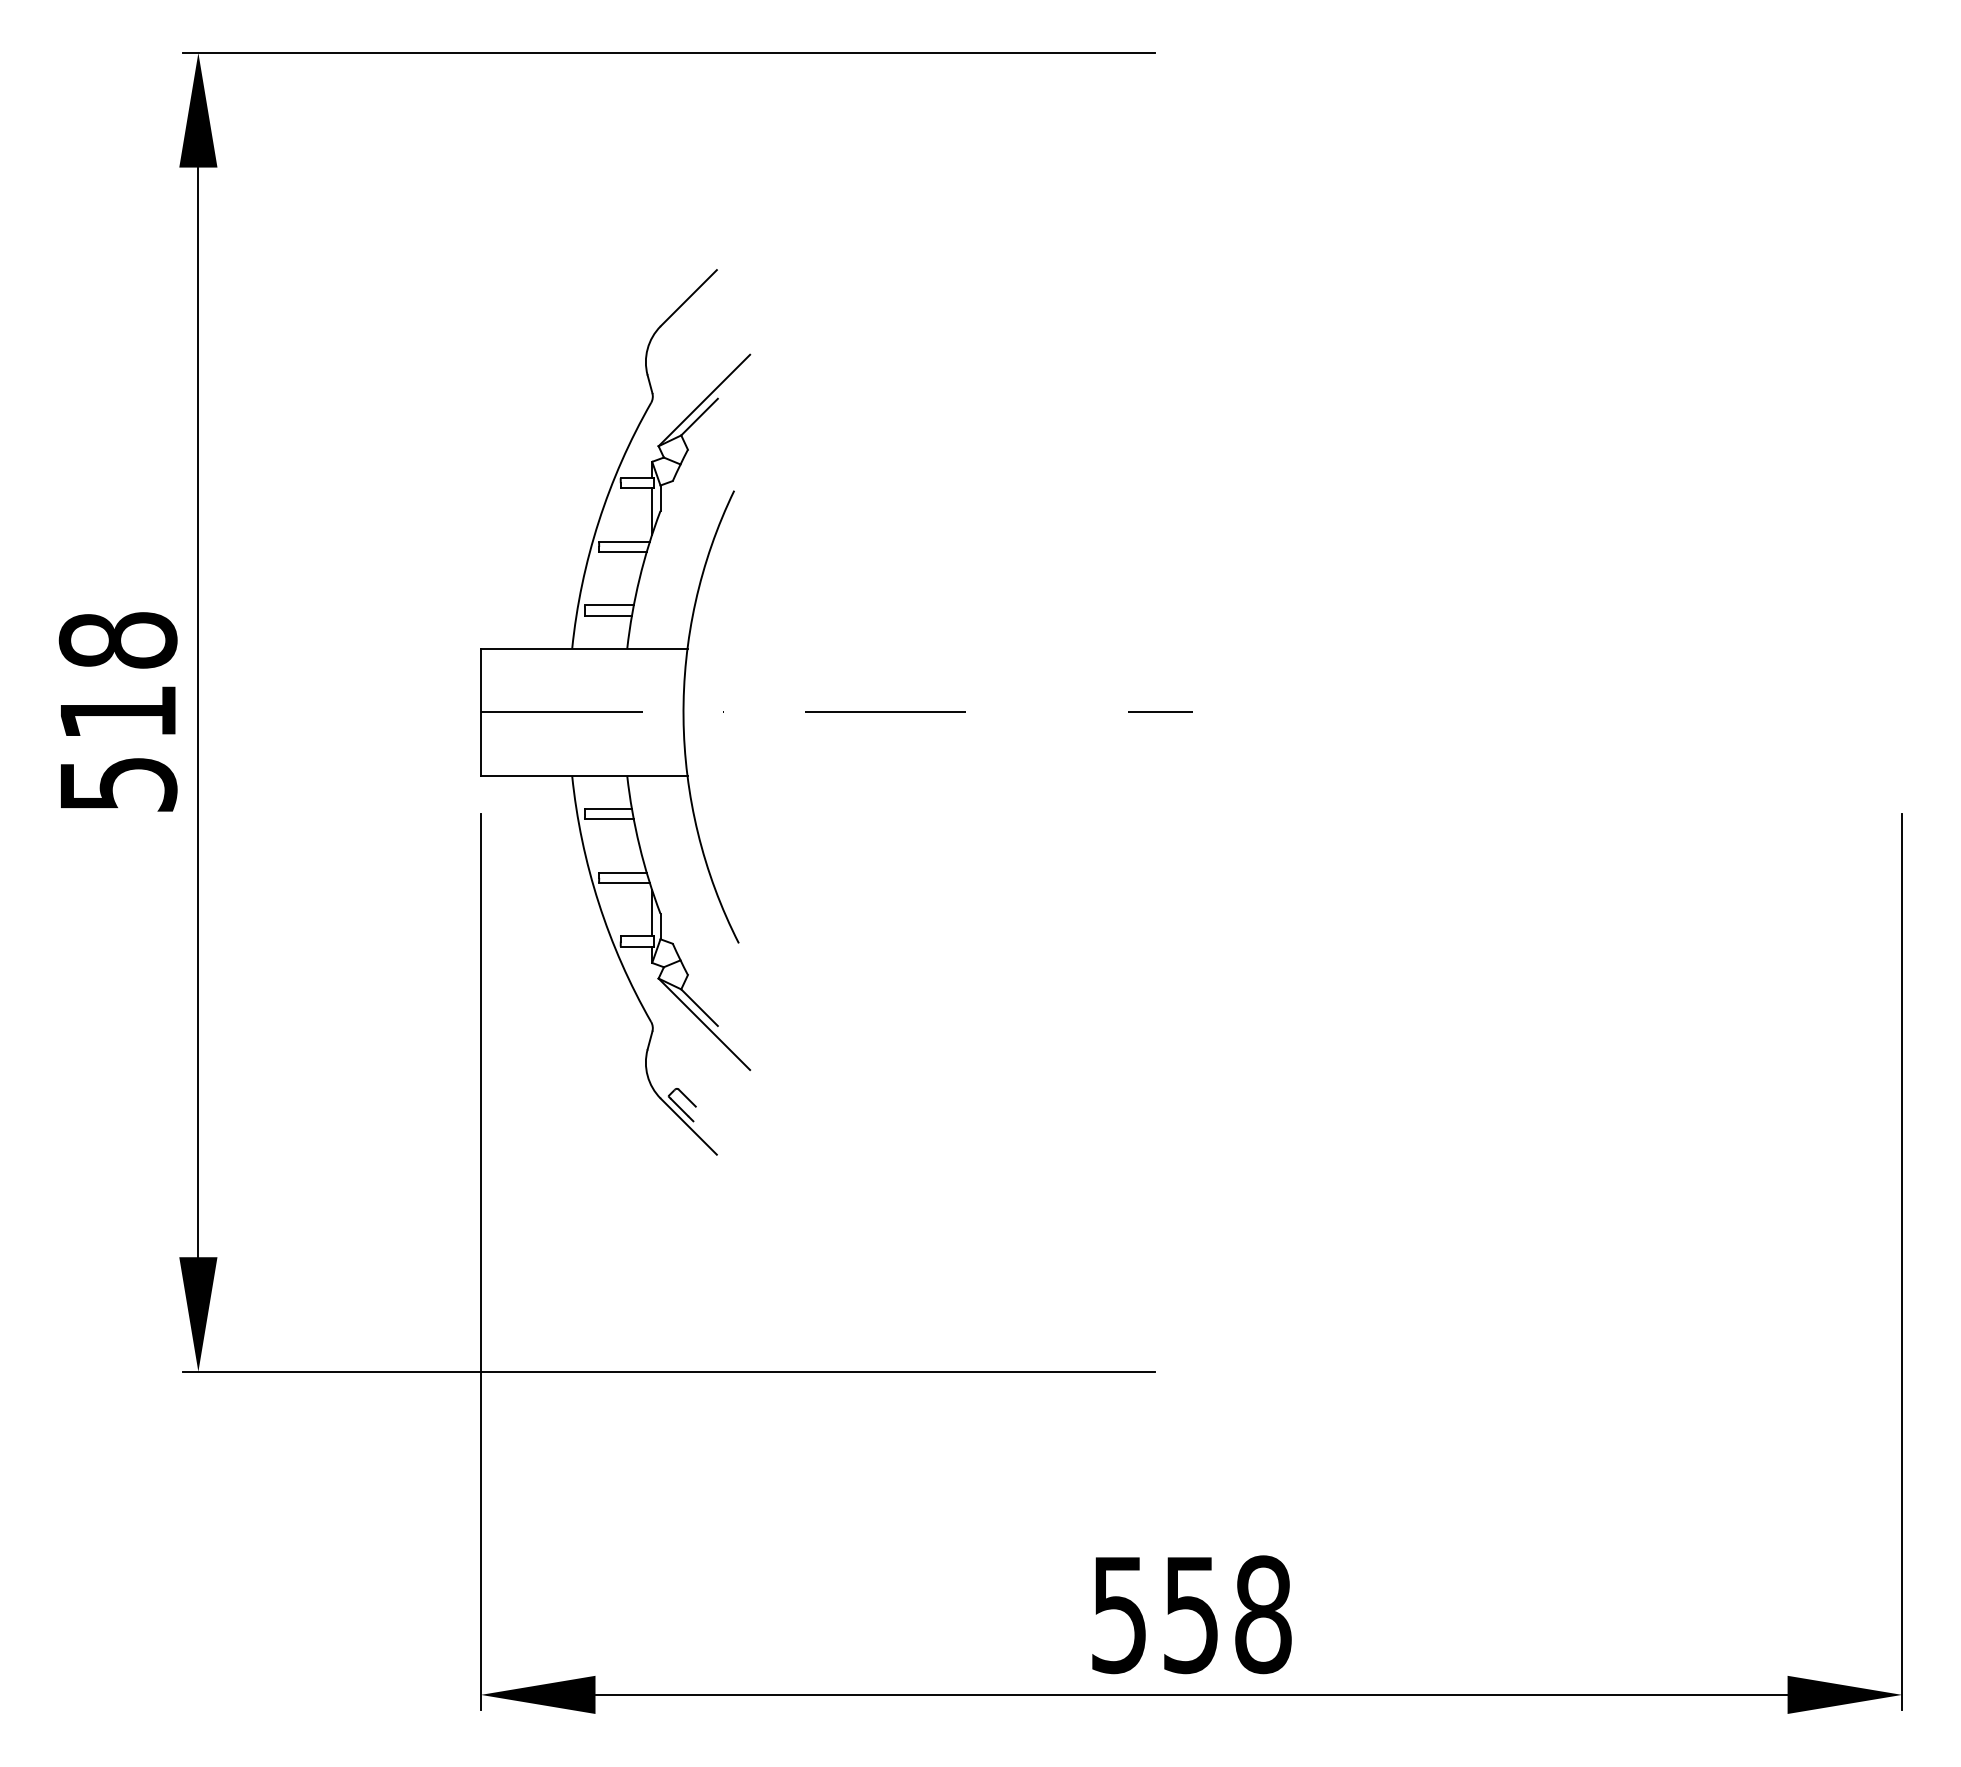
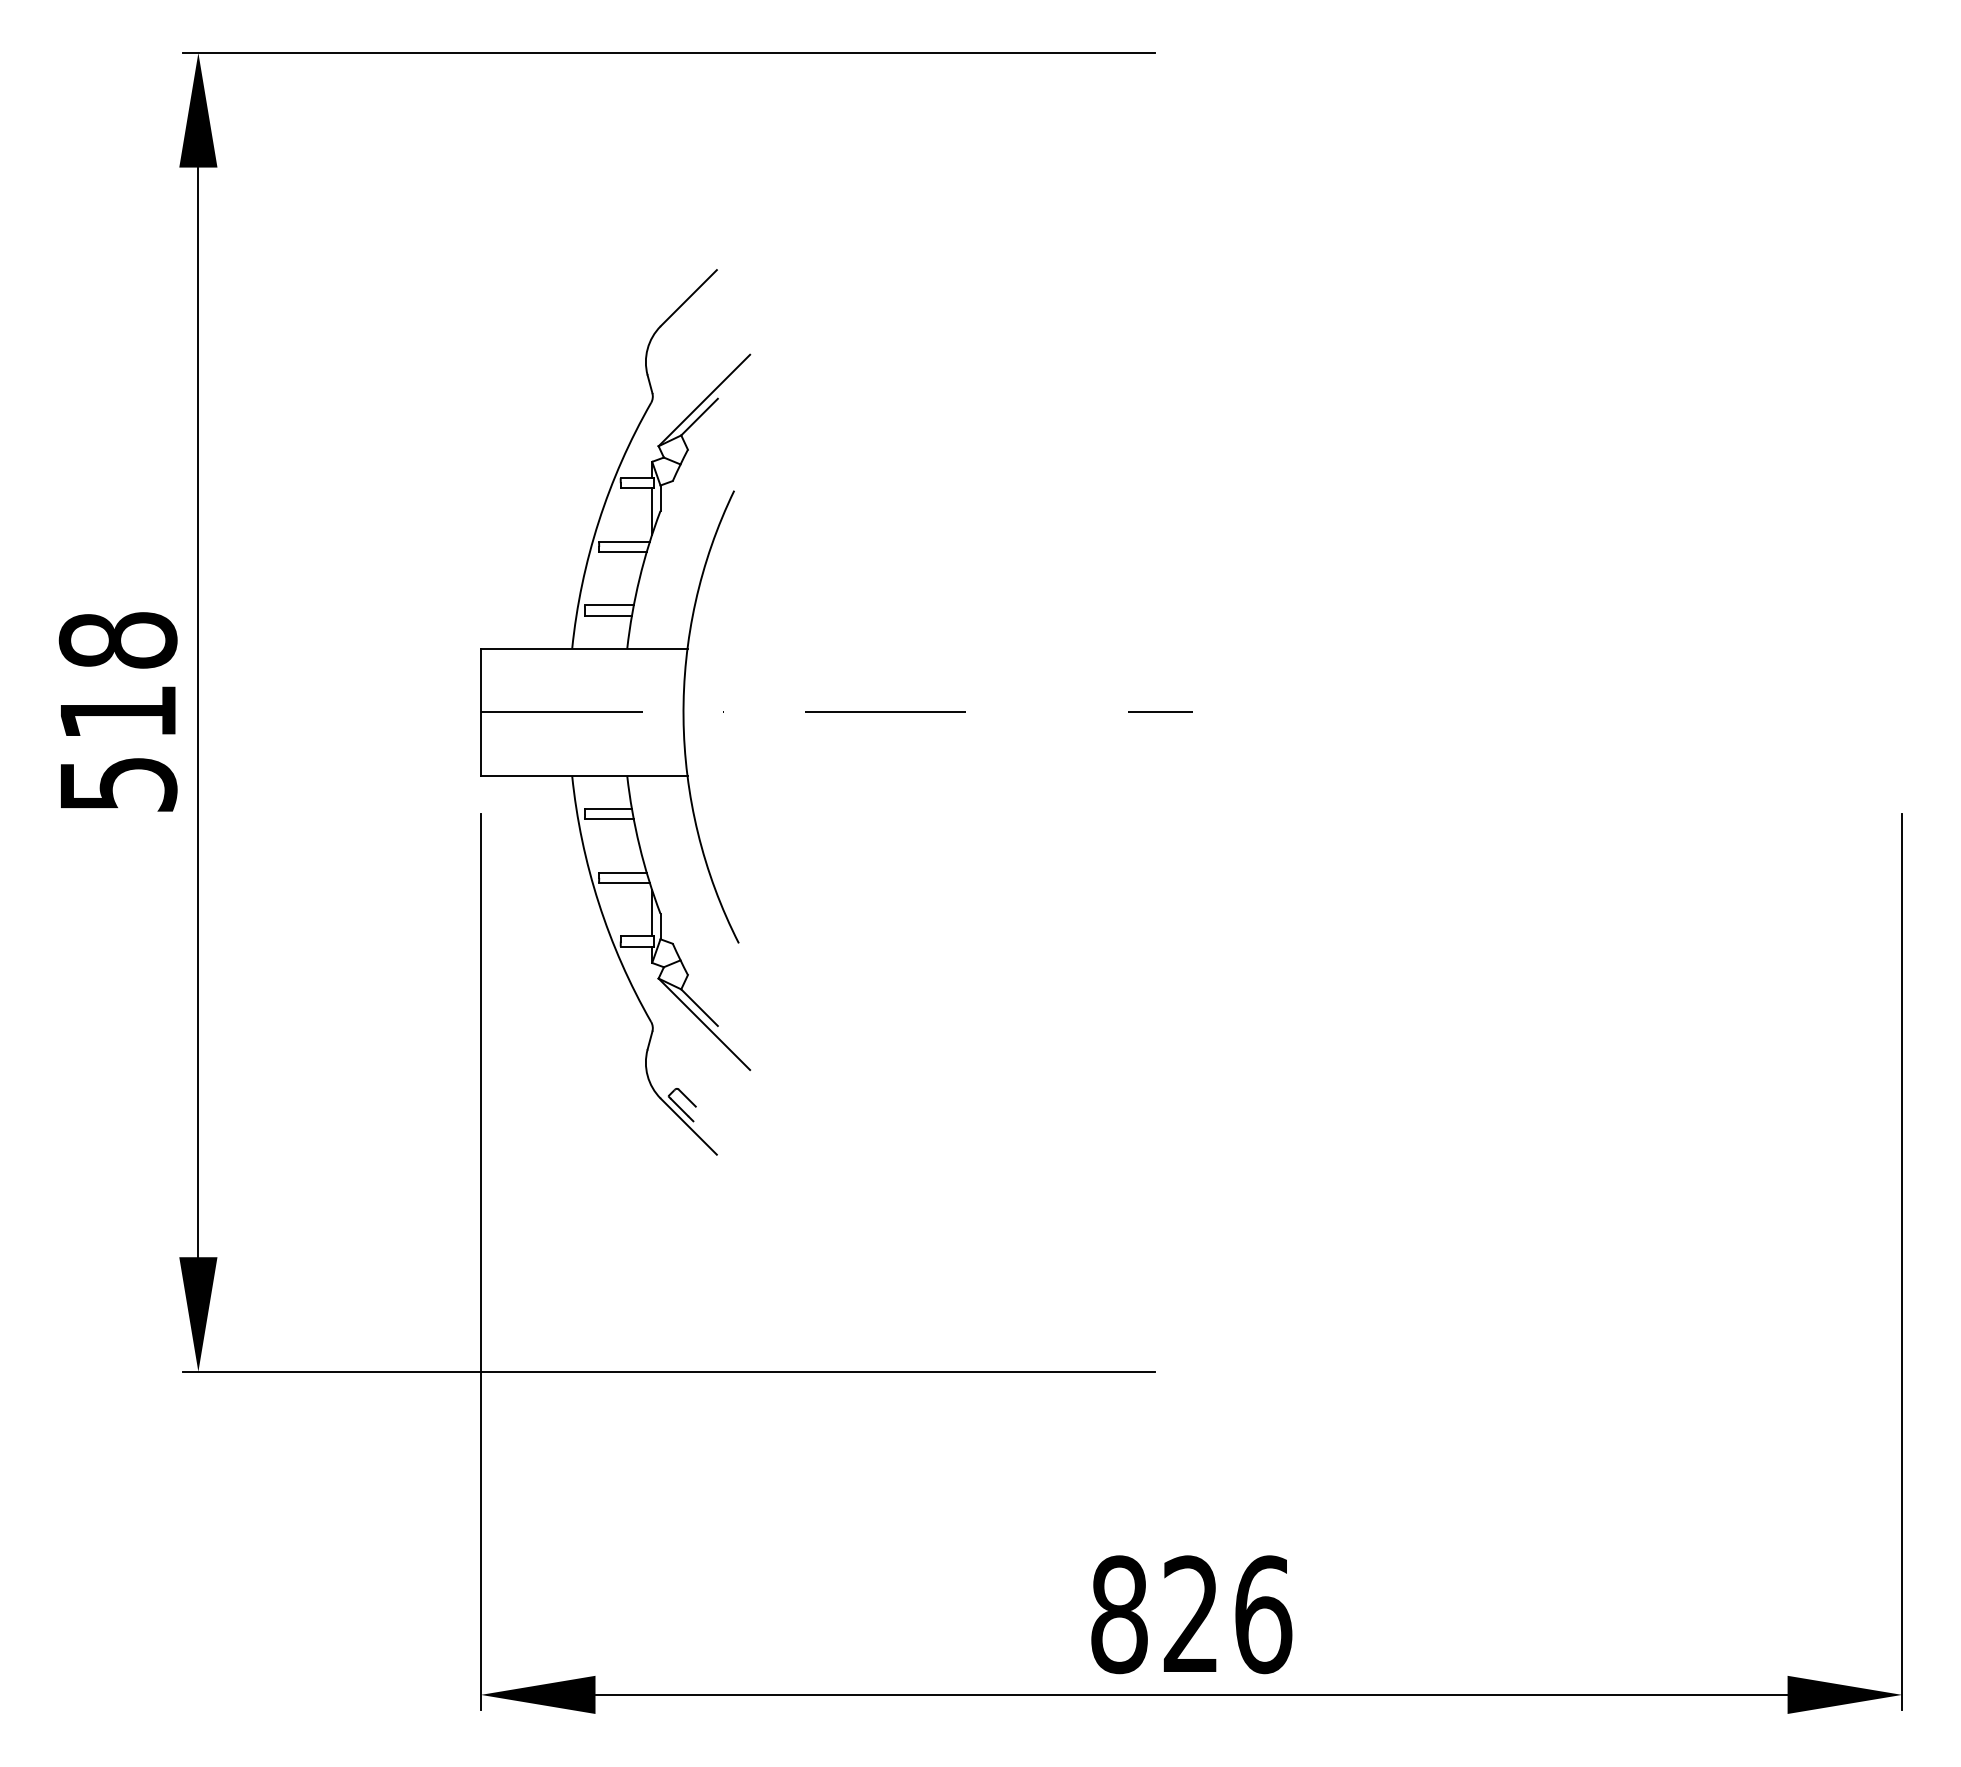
text at (1191, 1614): 558 -> 826
